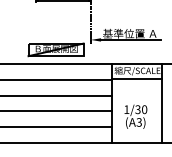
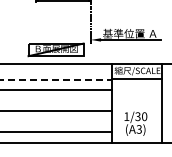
line at (56, 79): solid -> dashed
line at (56, 95) position: (56, 95) -> (56, 89)
text at (135, 116) position: (135, 116) -> (135, 123)
line at (56, 127) position: (56, 127) -> (56, 132)
